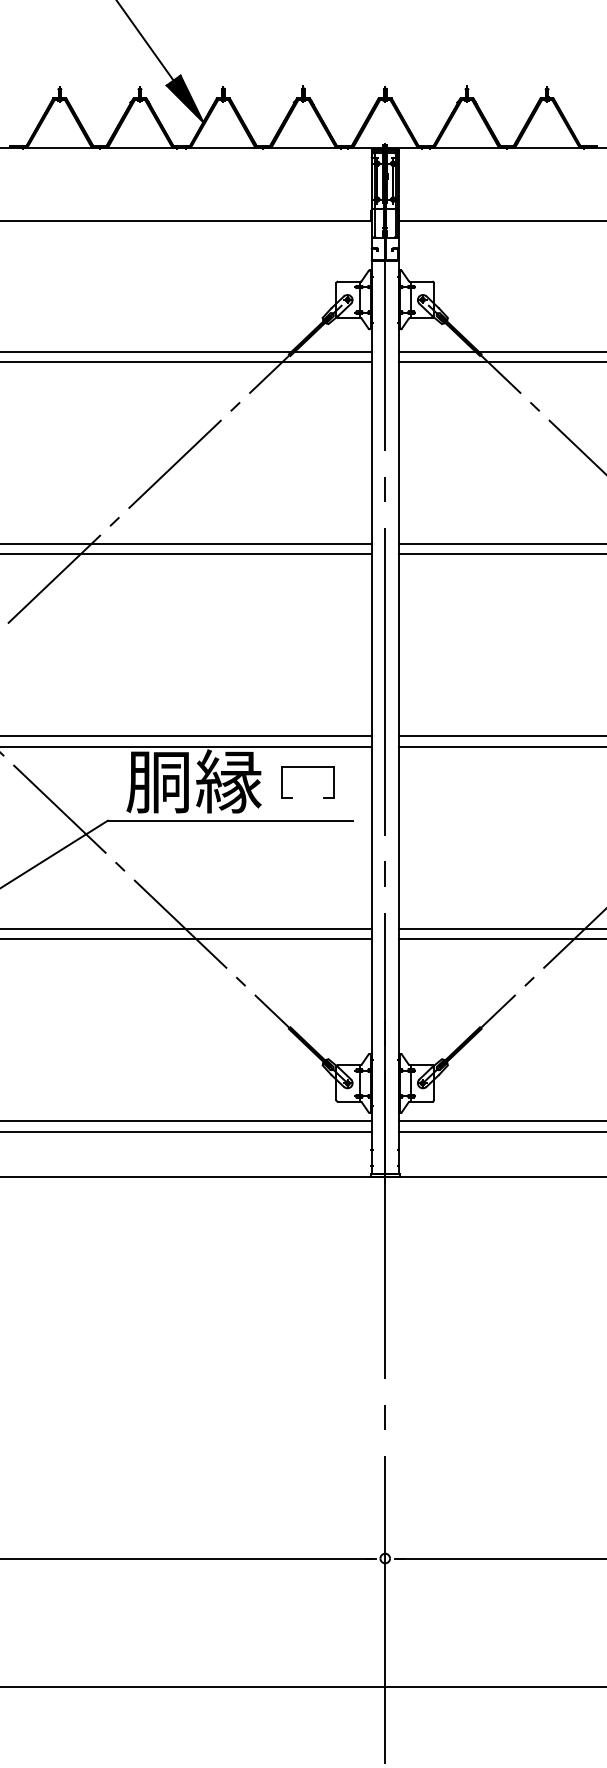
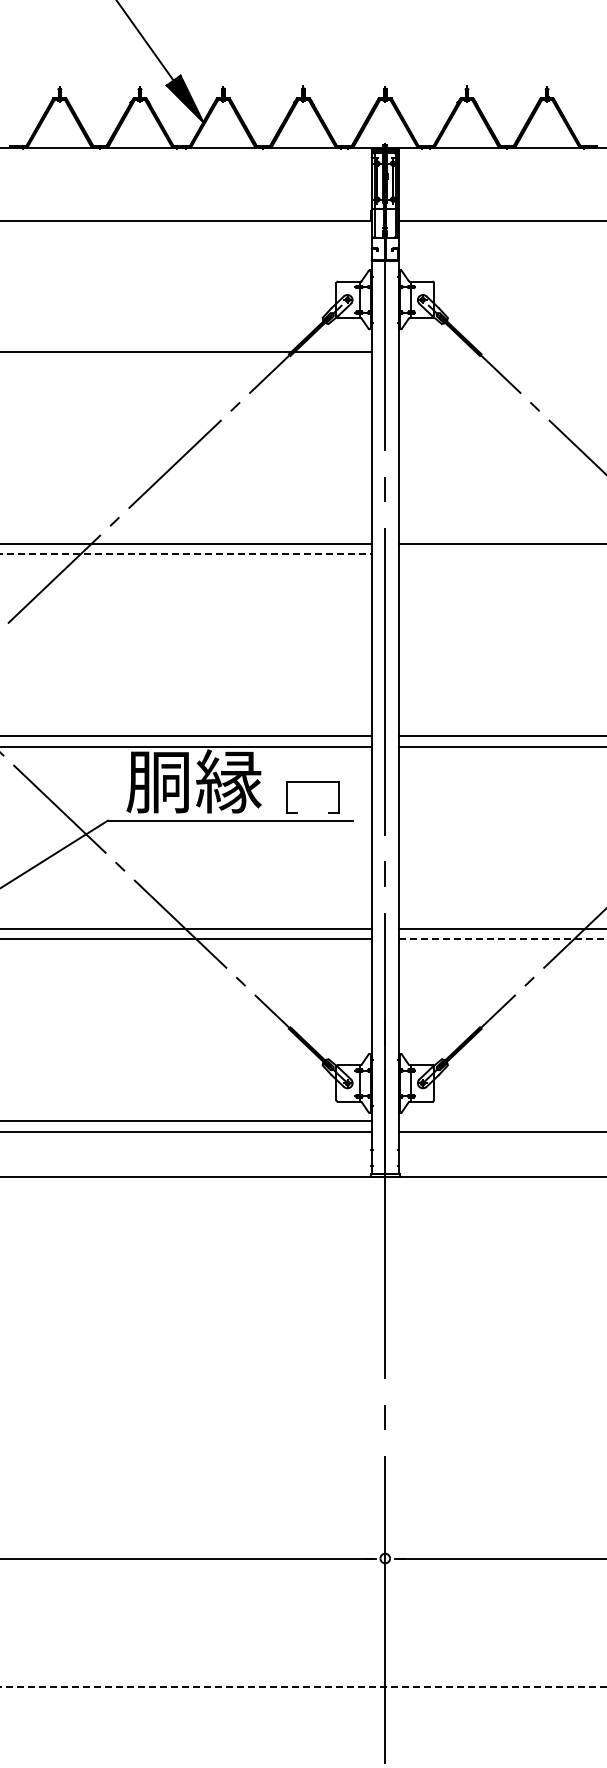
line at (500, 351): present -> none
line at (186, 362): present -> none
line at (500, 362): present -> none
line at (186, 554): solid -> dashed
line at (500, 554): present -> none
part at (307, 767) position: (307, 767) -> (312, 782)
line at (502, 939): solid -> dashed
line at (500, 1120): present -> none
line at (303, 1686): solid -> dashed
